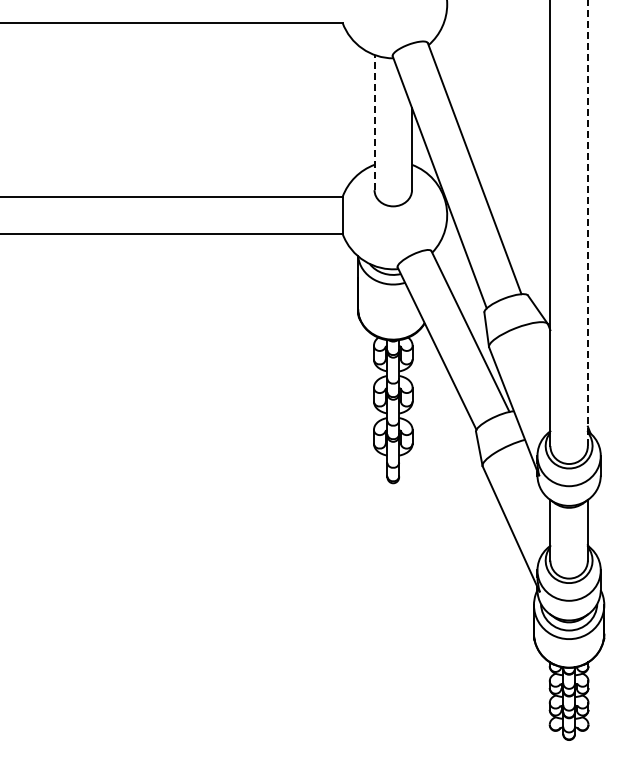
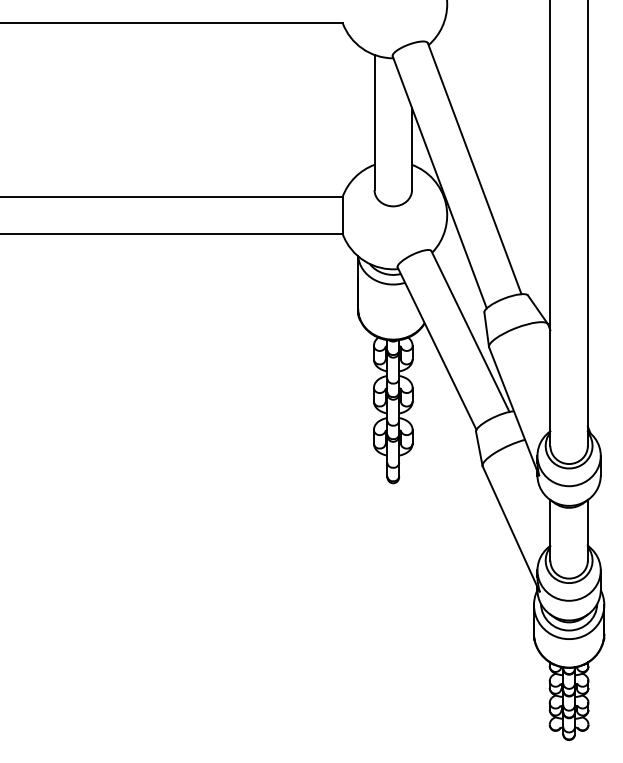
line at (374, 122): dashed -> solid
line at (587, 223): dashed -> solid
